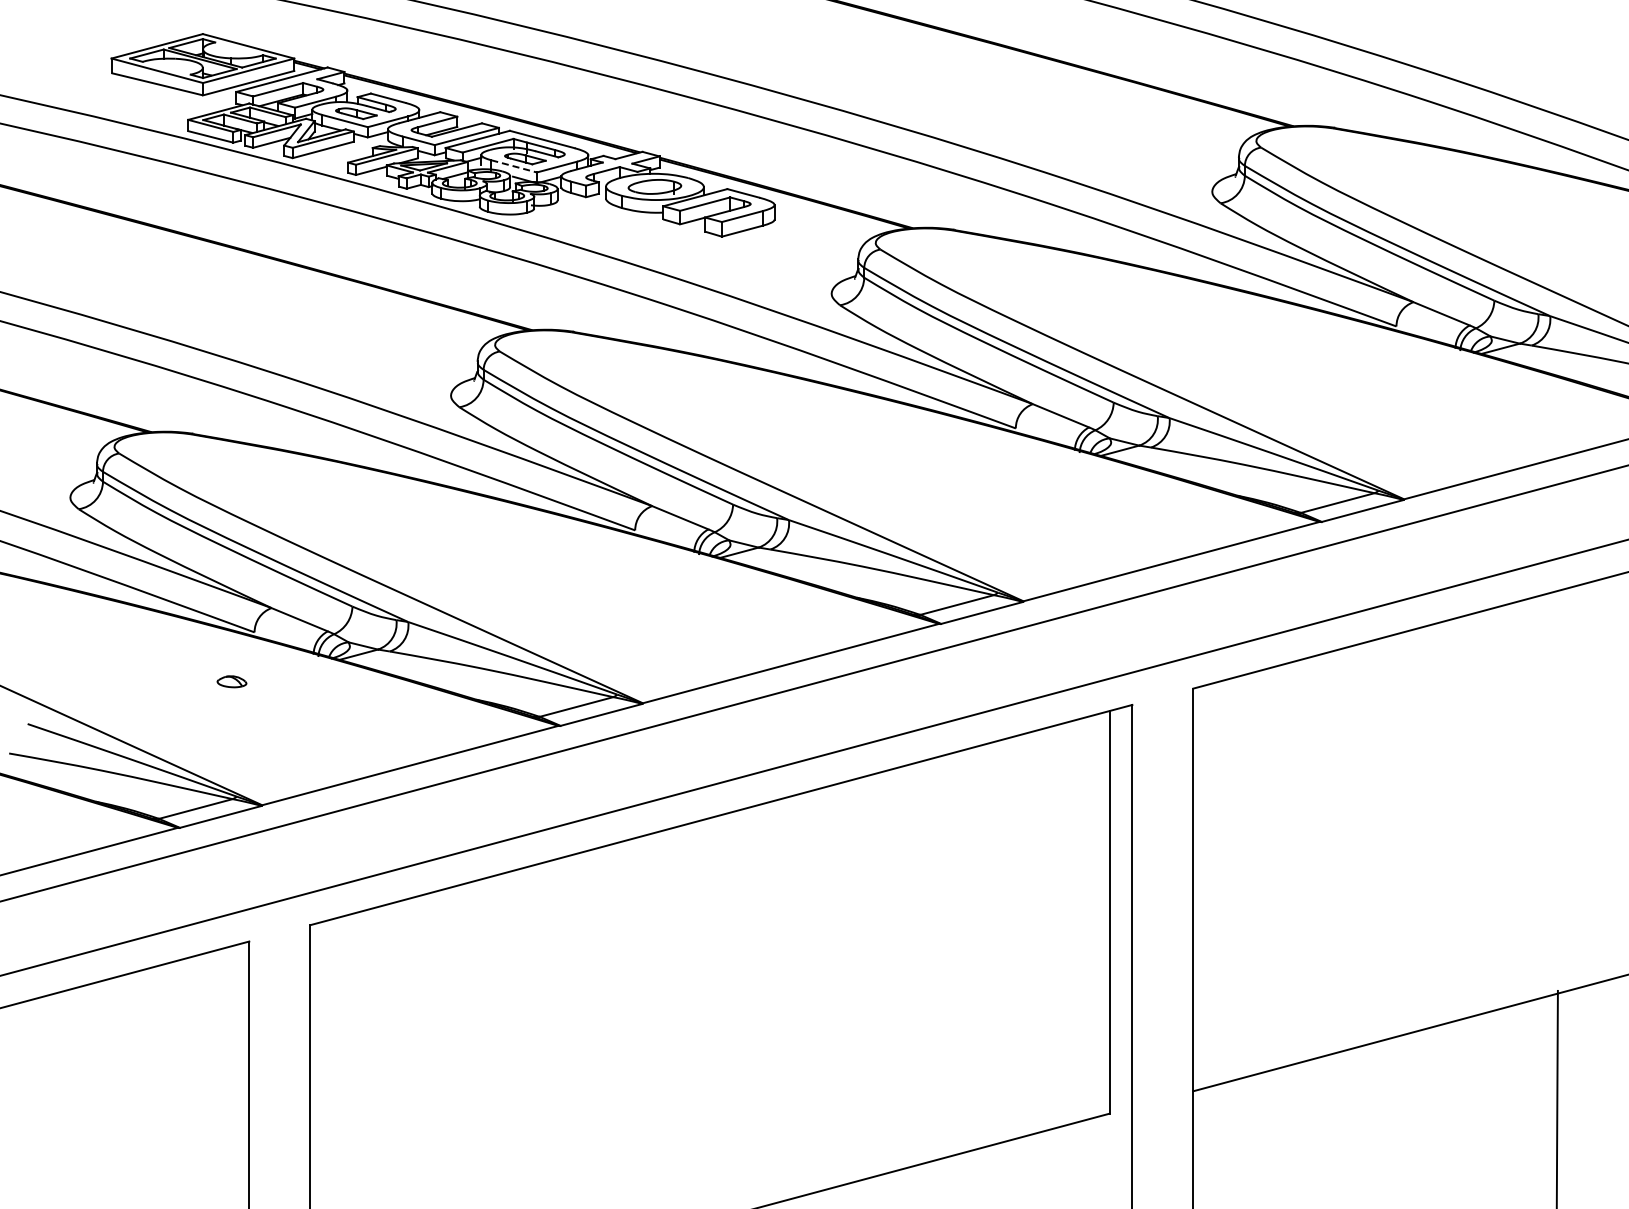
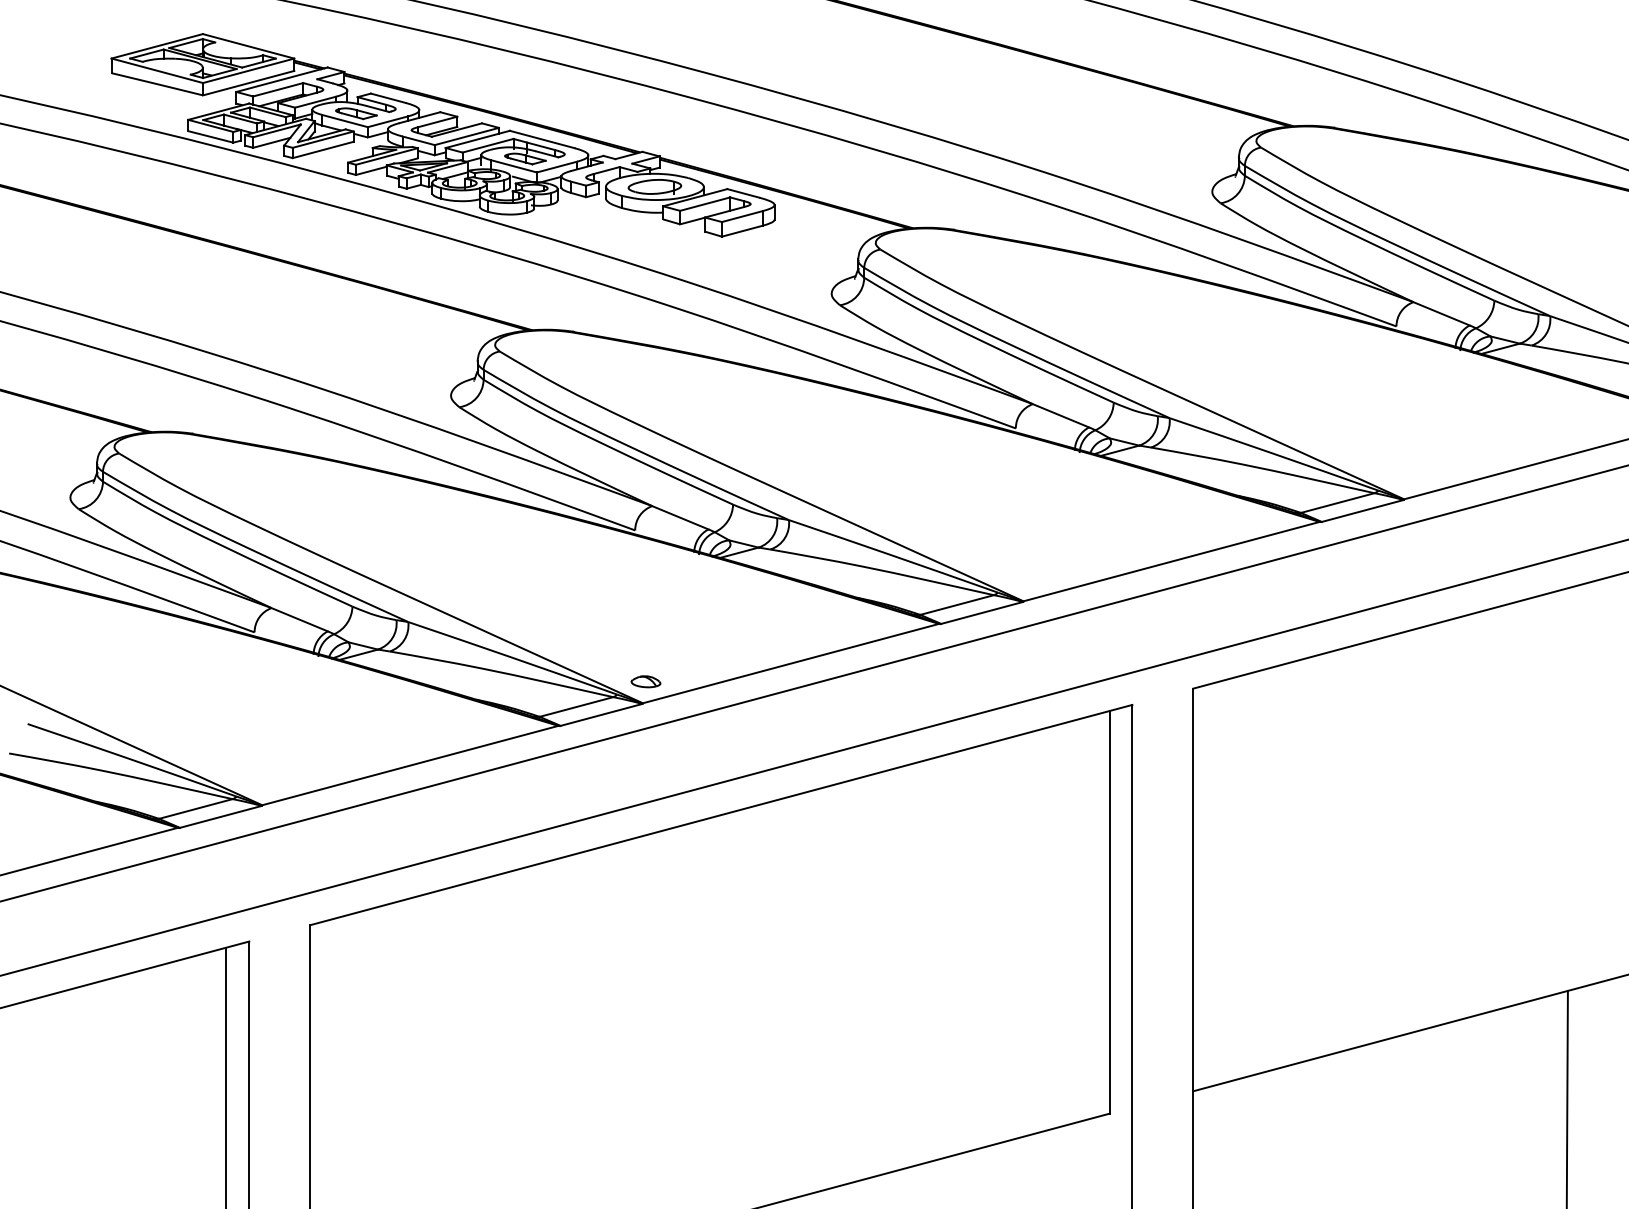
line at (514, 166): dashed -> solid
part at (231, 681) position: (231, 681) -> (645, 681)
line at (226, 1076): none -> present
line at (1556, 1097) position: (1556, 1097) -> (1566, 1097)
